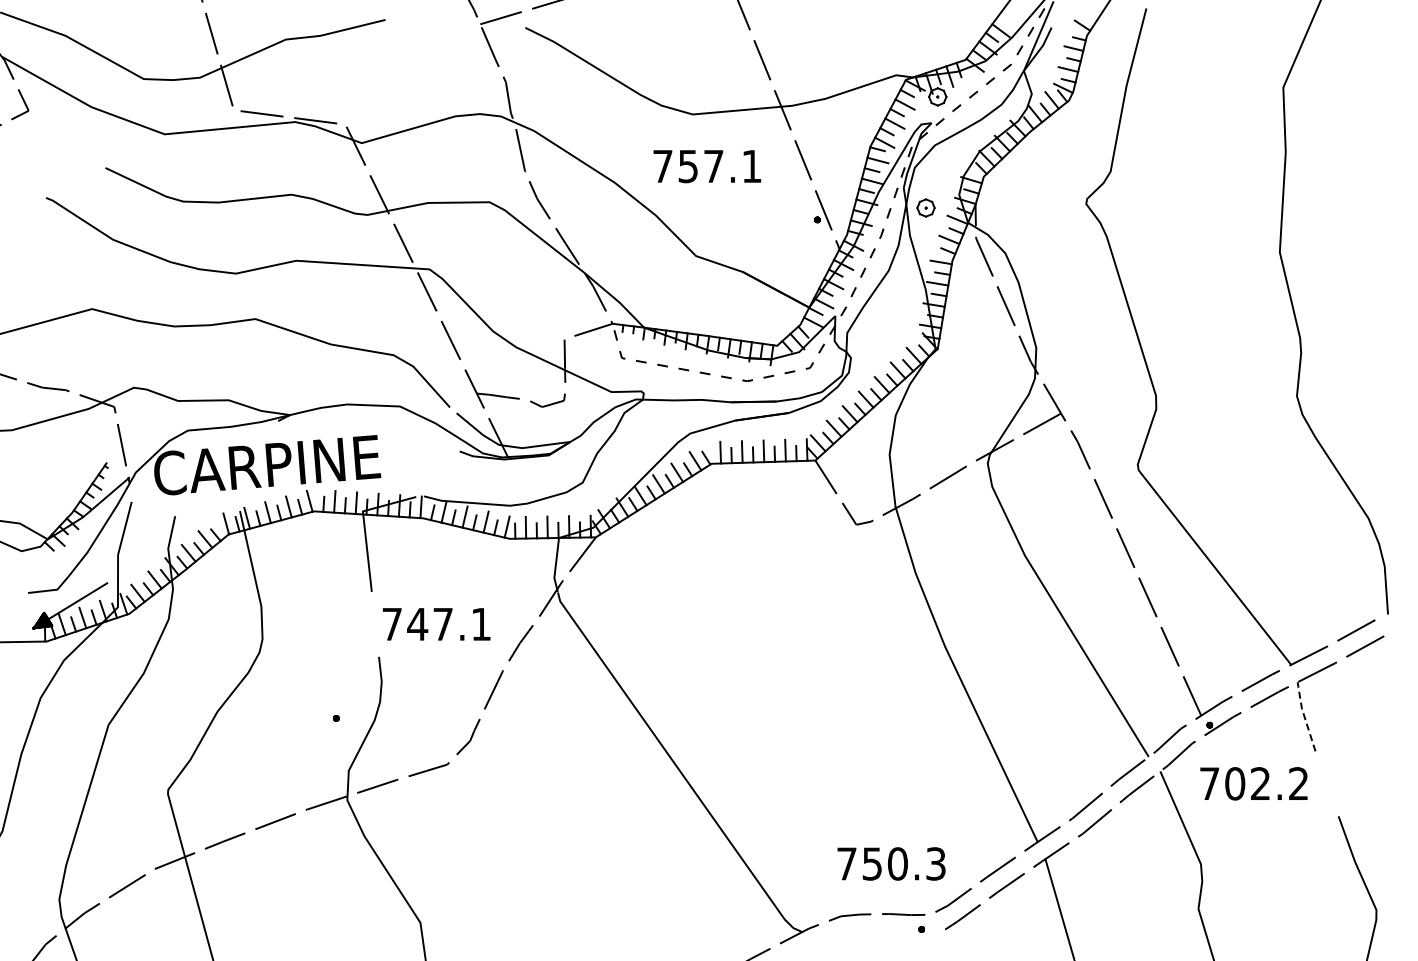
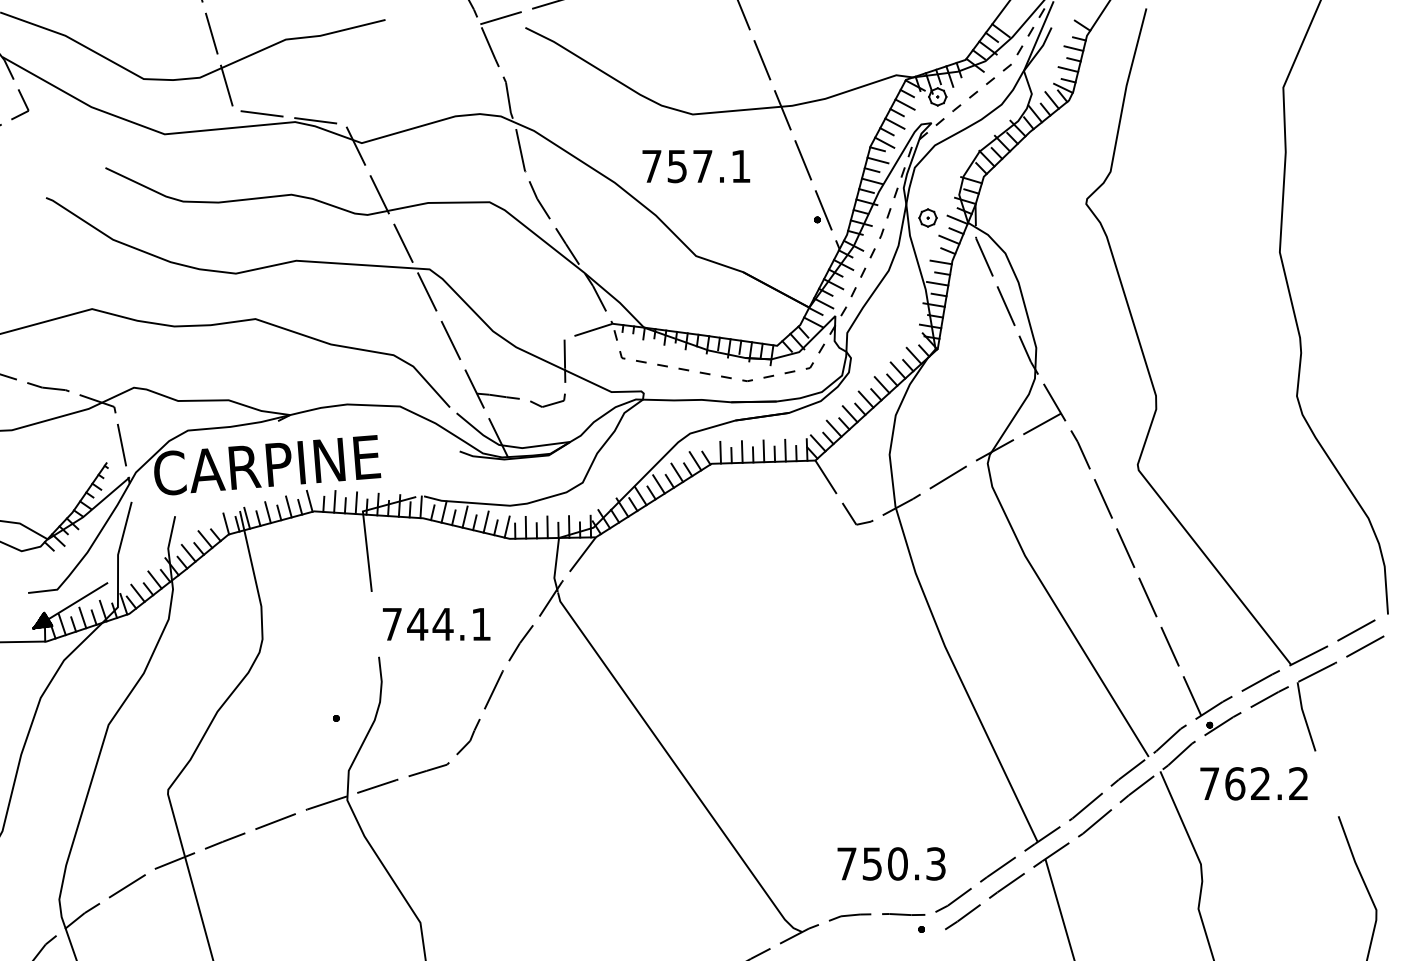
text at (707, 166) position: (707, 166) -> (696, 166)
part at (925, 207) position: (925, 207) -> (927, 217)
text at (442, 624): 747.1 -> 744.1
line at (1304, 716): dashed -> solid
text at (1235, 783): 702.2 -> 762.2
